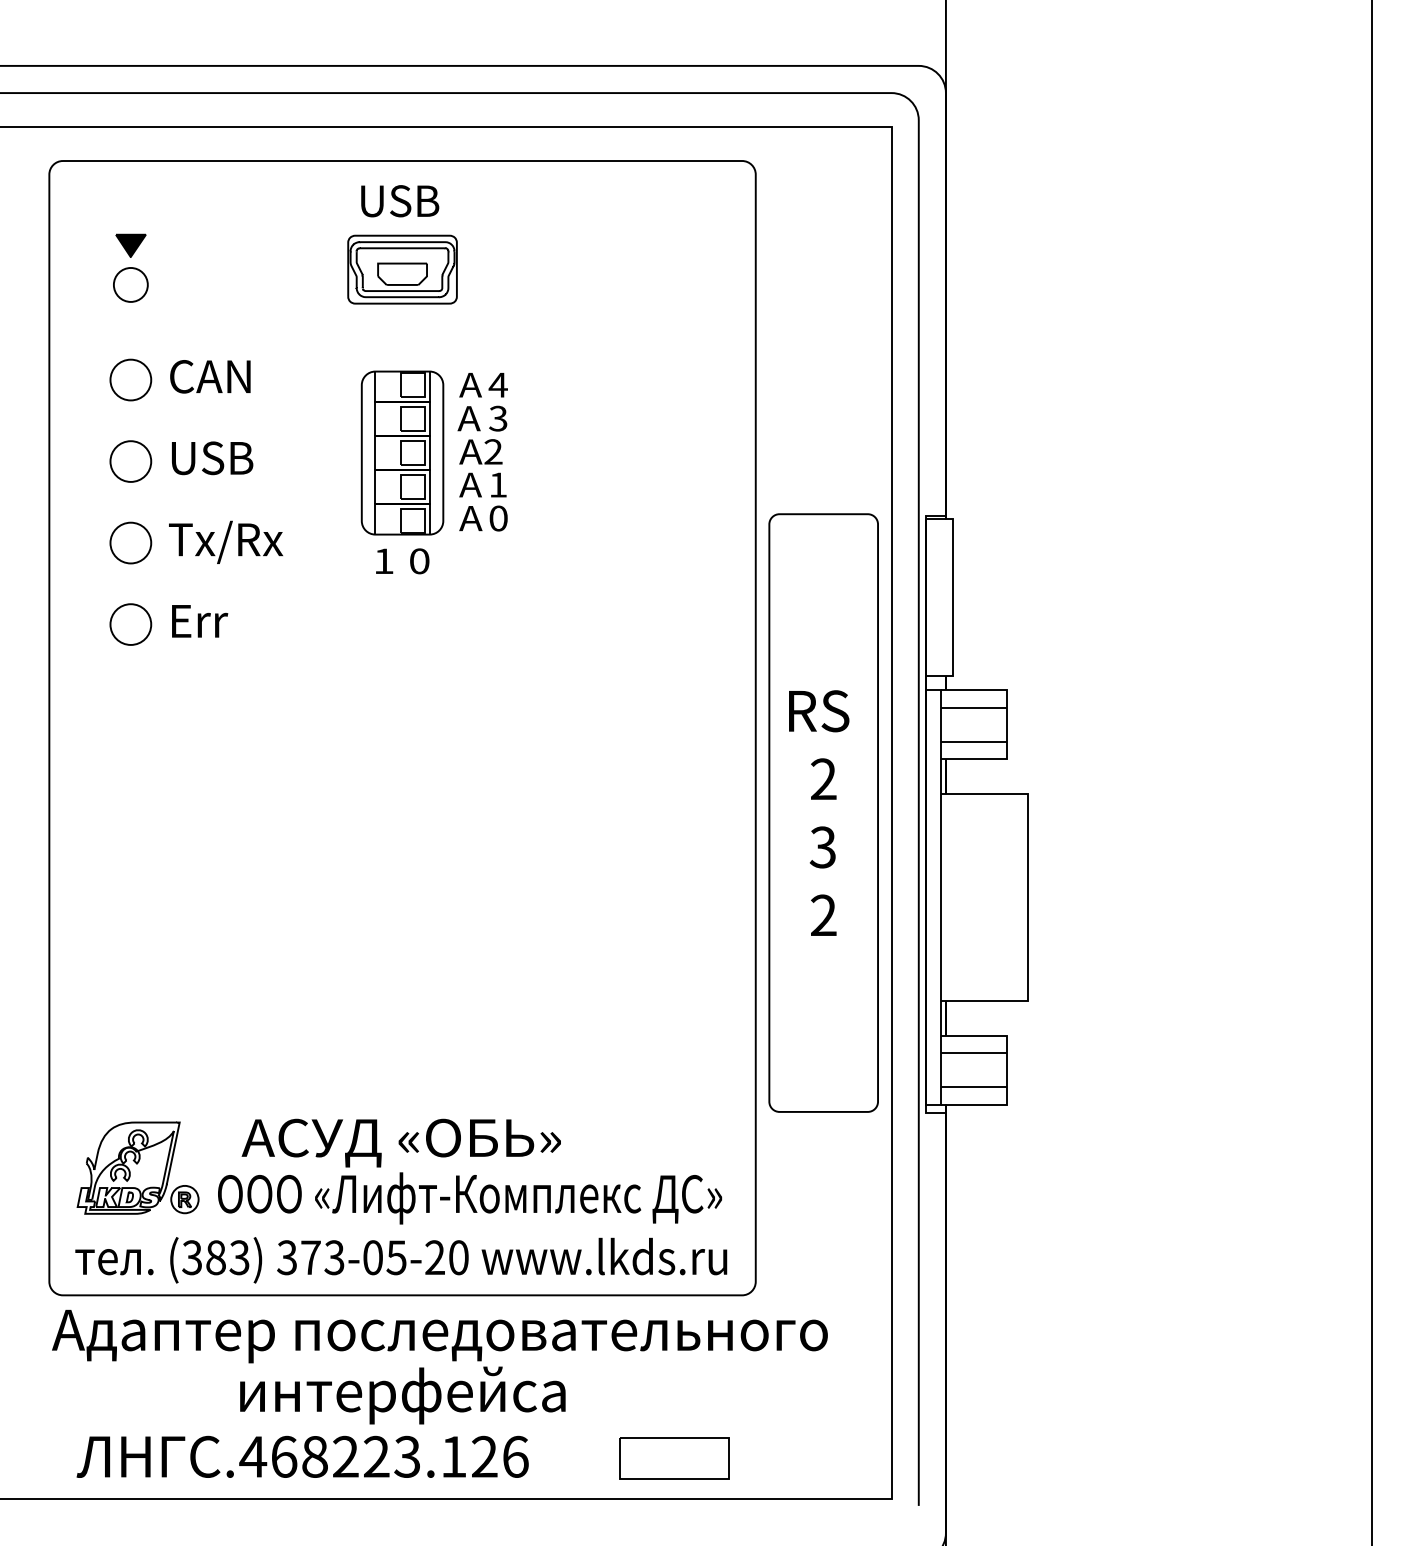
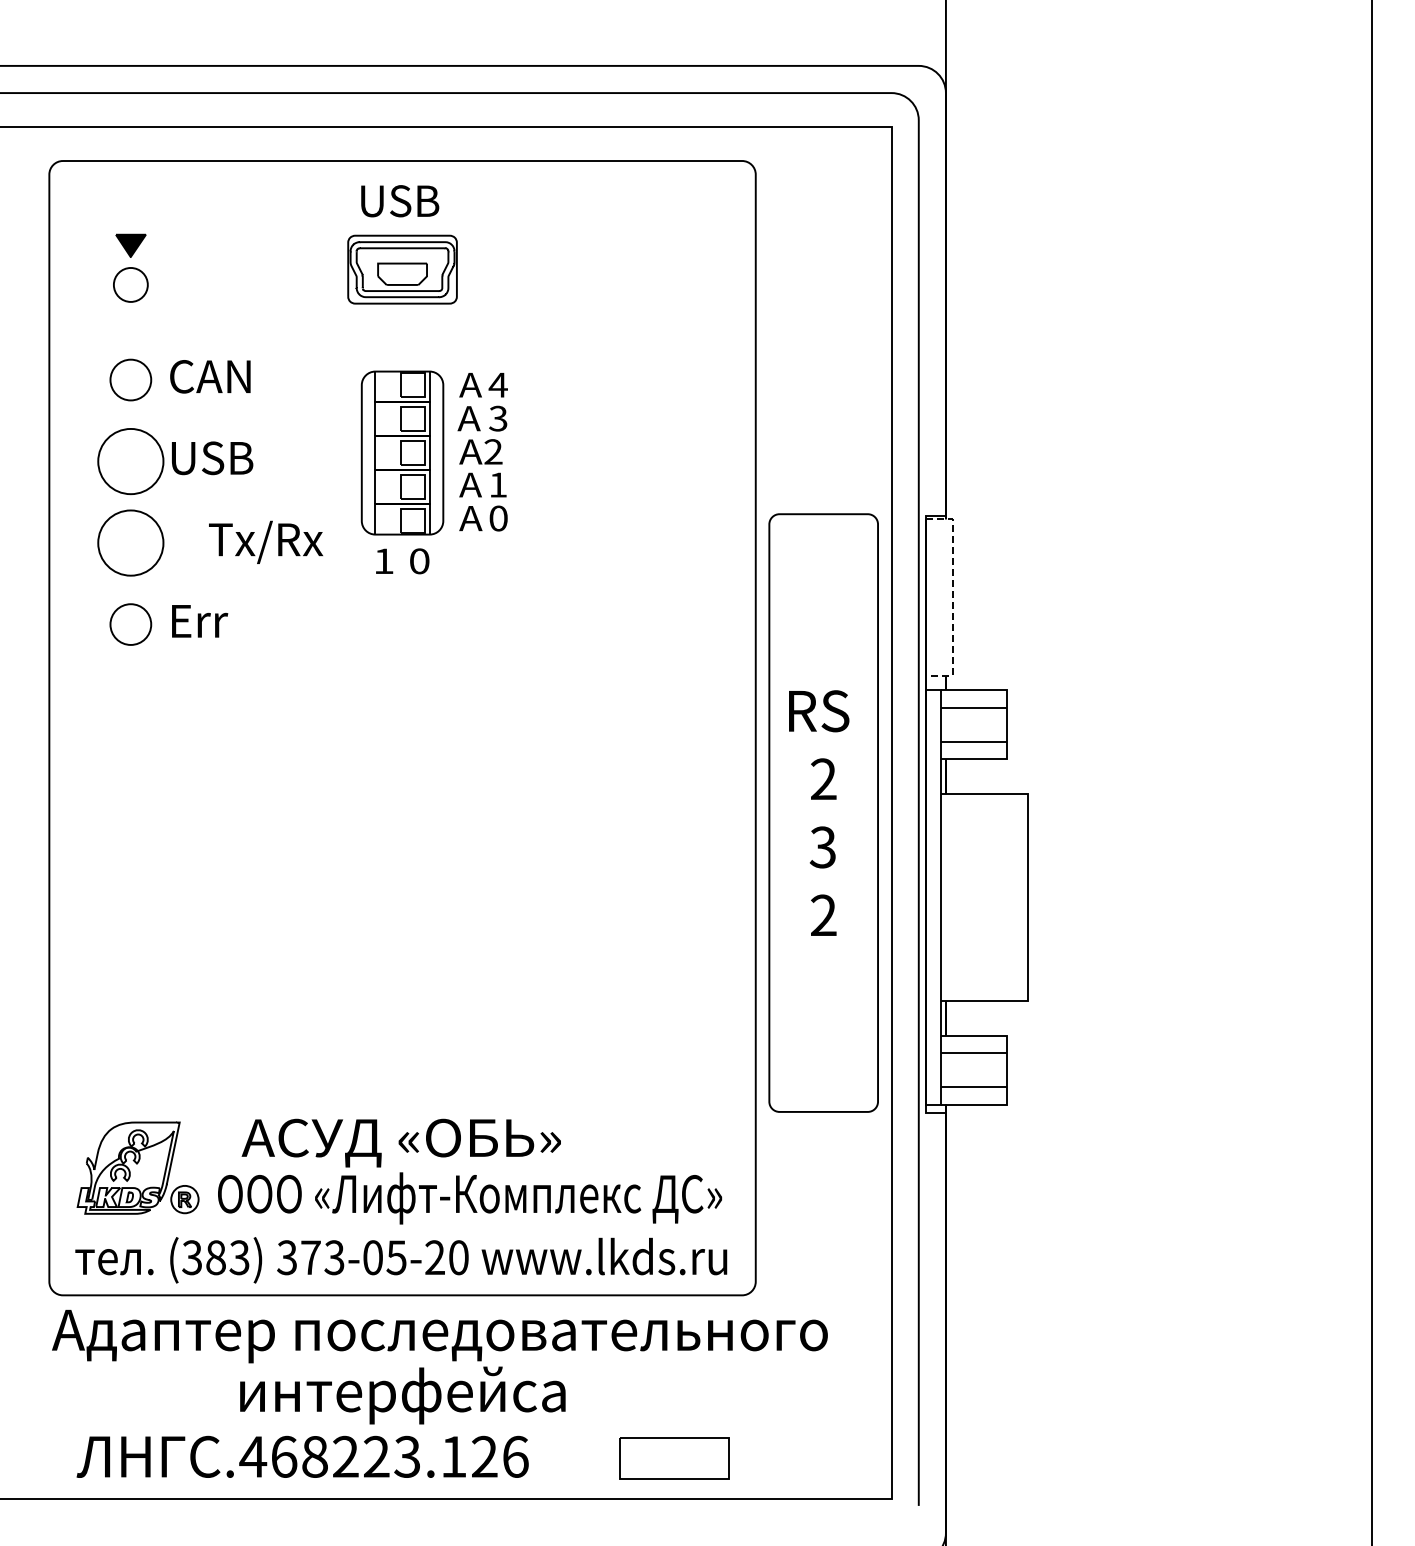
circle at (130, 461) diameter: 41 px -> 65 px
text at (226, 541) position: (226, 541) -> (266, 541)
circle at (130, 542) diameter: 41 px -> 65 px
line at (952, 597): solid -> dashed
